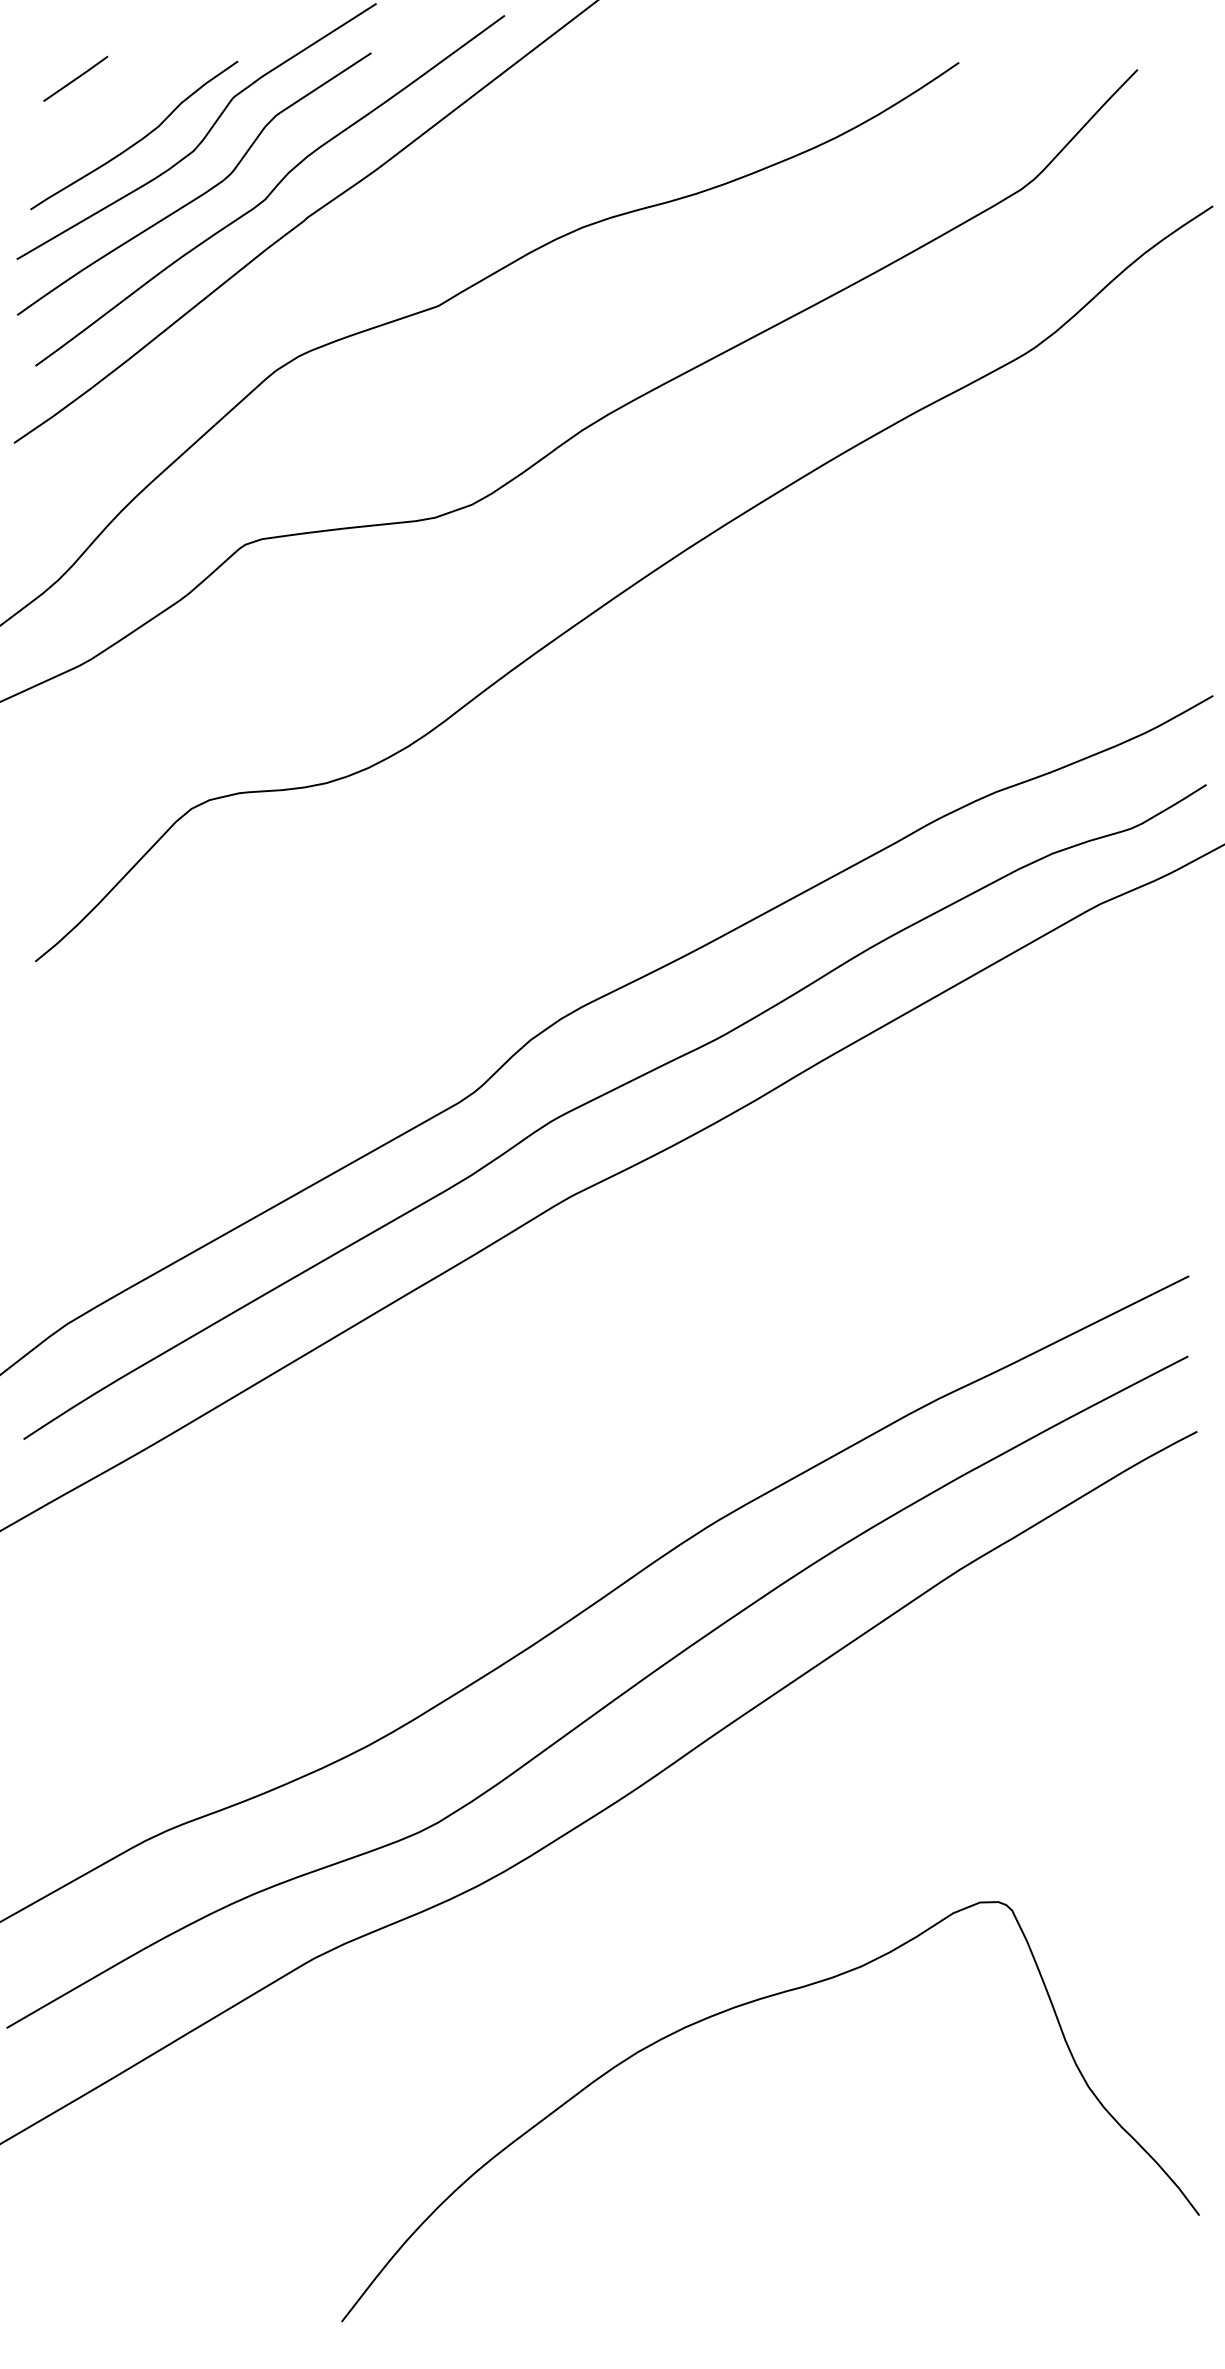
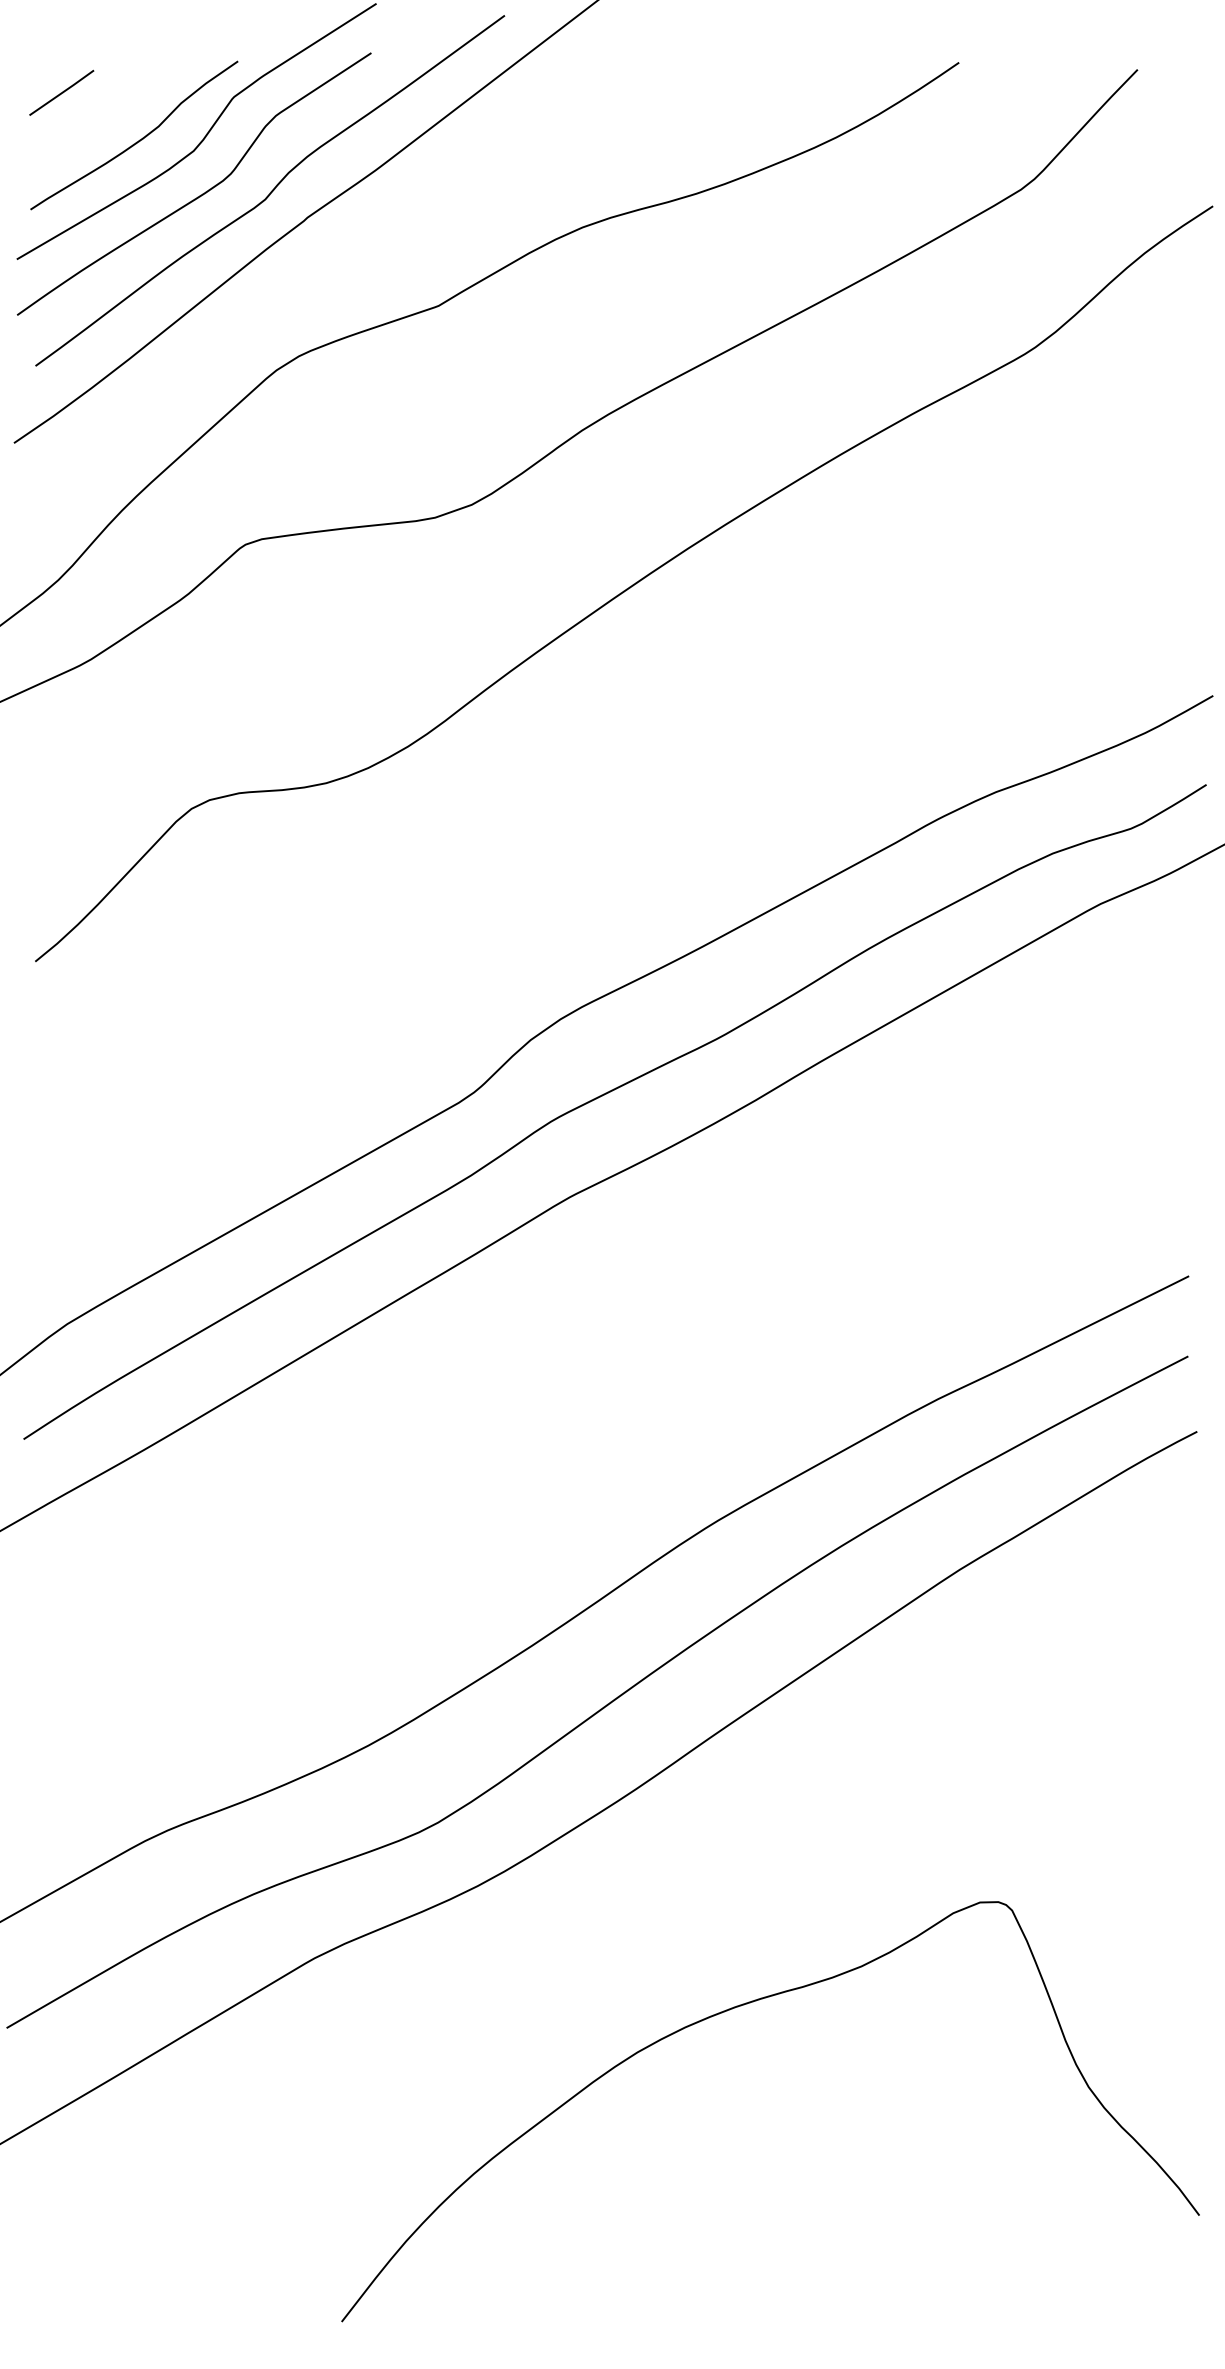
line at (75, 78) position: (75, 78) -> (61, 92)
